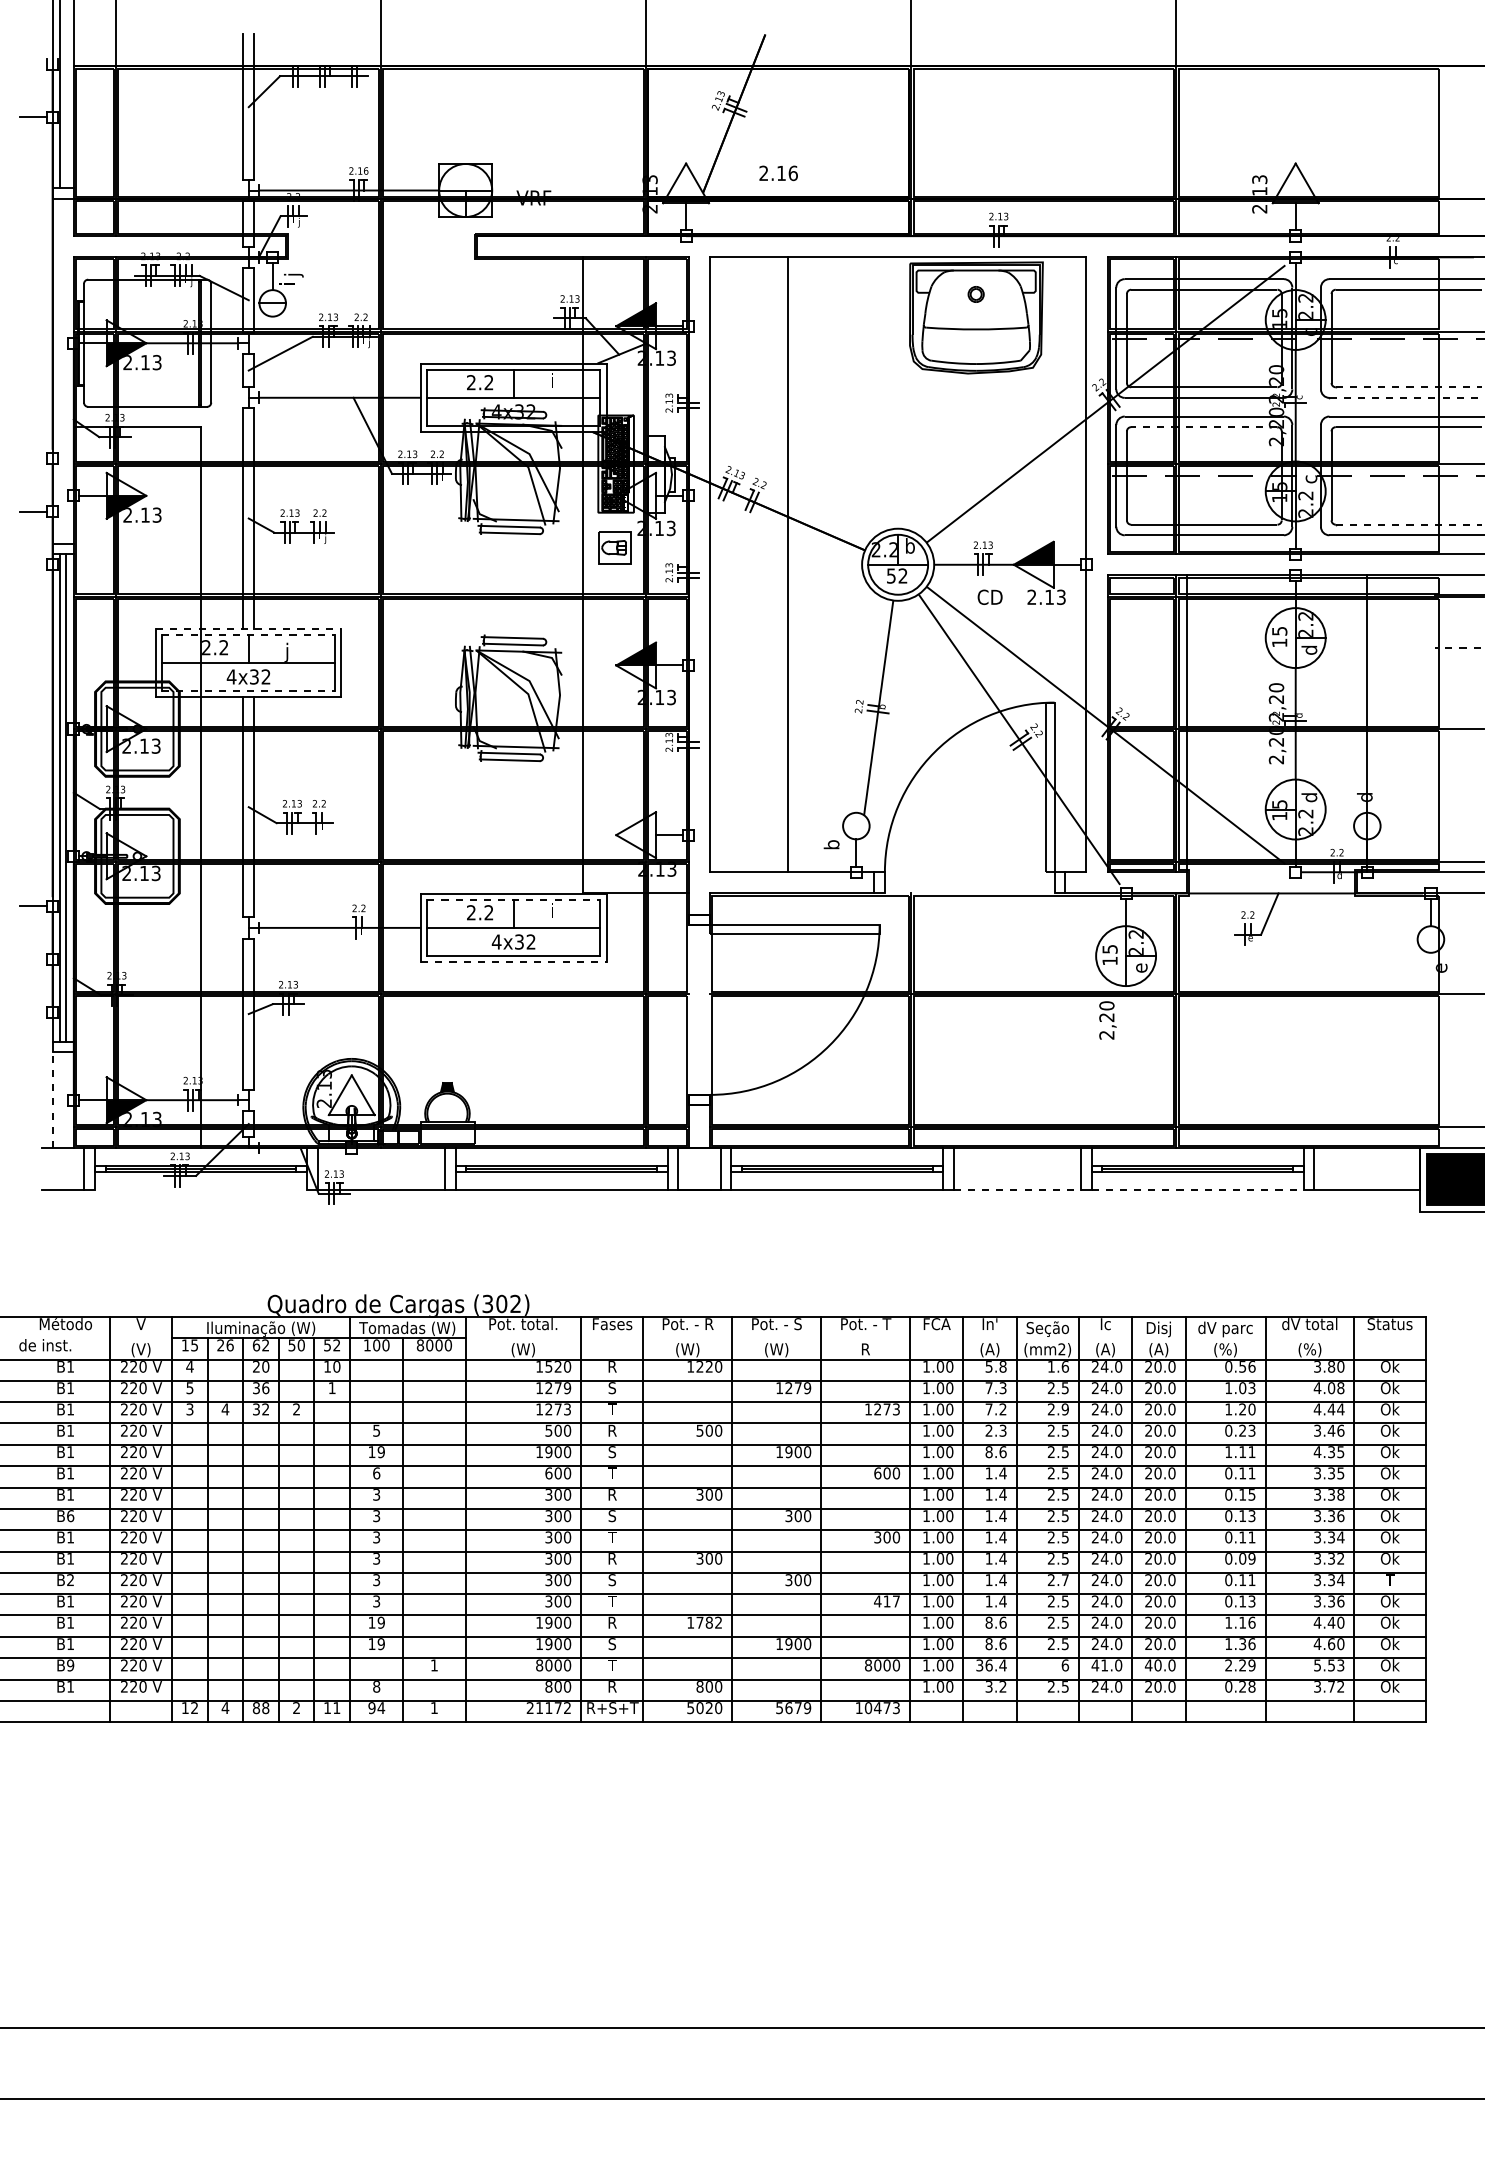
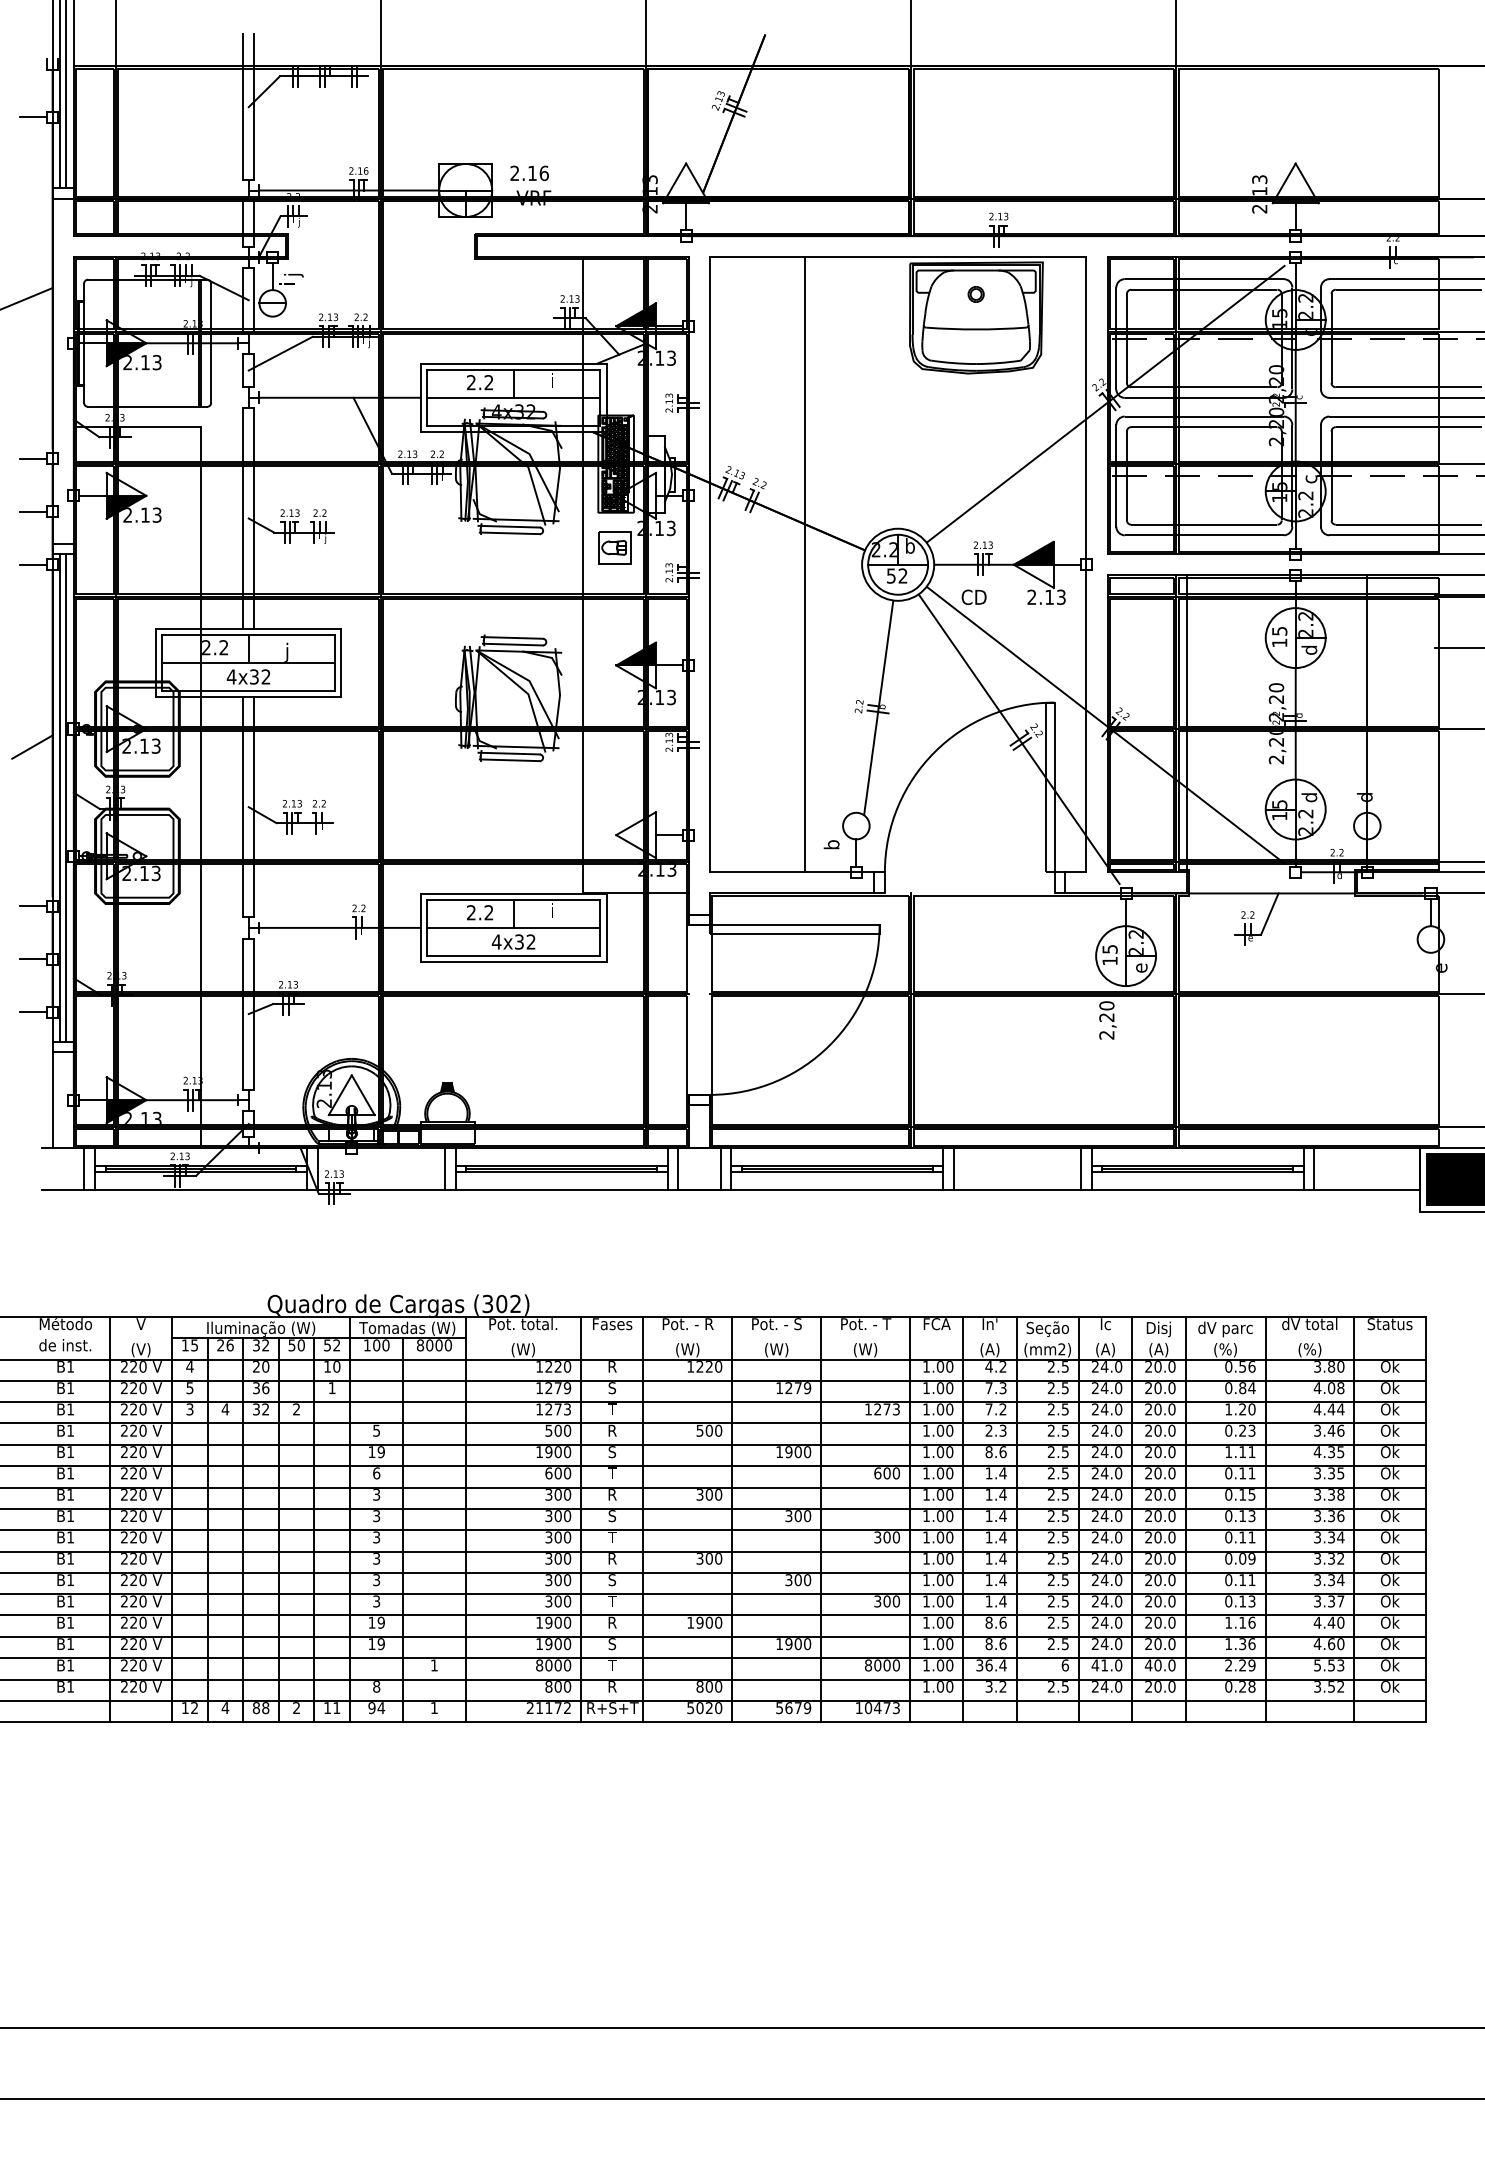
line at (66, 95): none -> present
text at (778, 173) position: (778, 173) -> (529, 173)
line at (27, 298): none -> present
line at (1408, 387): dashed -> solid
line at (1406, 397): dashed -> solid
line at (1204, 427): dashed -> solid
line at (33, 458): none -> present
line at (1408, 524): dashed -> solid
line at (33, 564): none -> present
line at (788, 564) position: (788, 564) -> (805, 564)
text at (989, 596) position: (989, 596) -> (973, 596)
line at (248, 628): dashed -> solid
line at (248, 634): dashed -> solid
line at (1460, 648): dashed -> solid
line at (248, 690): dashed -> solid
line at (32, 746): none -> present
line at (513, 899): dashed -> solid
line at (33, 959): none -> present
line at (513, 962): dashed -> solid
line at (33, 1012): none -> present
line at (52, 1100): dashed -> solid
line at (201, 1190): none -> present
line at (1017, 1190): dashed -> solid
line at (1198, 1190): dashed -> solid
text at (45, 1345) position: (45, 1345) -> (65, 1345)
text at (256, 1345): 62 -> 32
text at (865, 1350): R -> (W)
text at (548, 1366): 1520 -> 1220
text at (995, 1366): 5.8 -> 4.2
text at (1058, 1366): 1.6 -> 2.5
text at (1240, 1388): 1.03 -> 0.84
text at (1064, 1409): 2.9 -> 2.5
text at (70, 1516): B6 -> B1
text at (70, 1579): B2 -> B1
text at (1064, 1580): 2.7 -> 2.5
text at (1389, 1580): T -> Ok
text at (887, 1601): 417 -> 300
text at (1340, 1601): 3.36 -> 3.37
text at (709, 1622): 1782 -> 1900
text at (70, 1665): B9 -> B1
text at (1331, 1686): 3.72 -> 3.52
